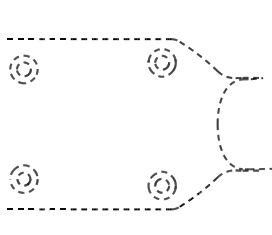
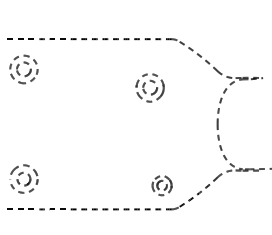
part at (161, 62) position: (161, 62) -> (149, 87)
part at (161, 185) size: 30x31 px -> 22x22 px
